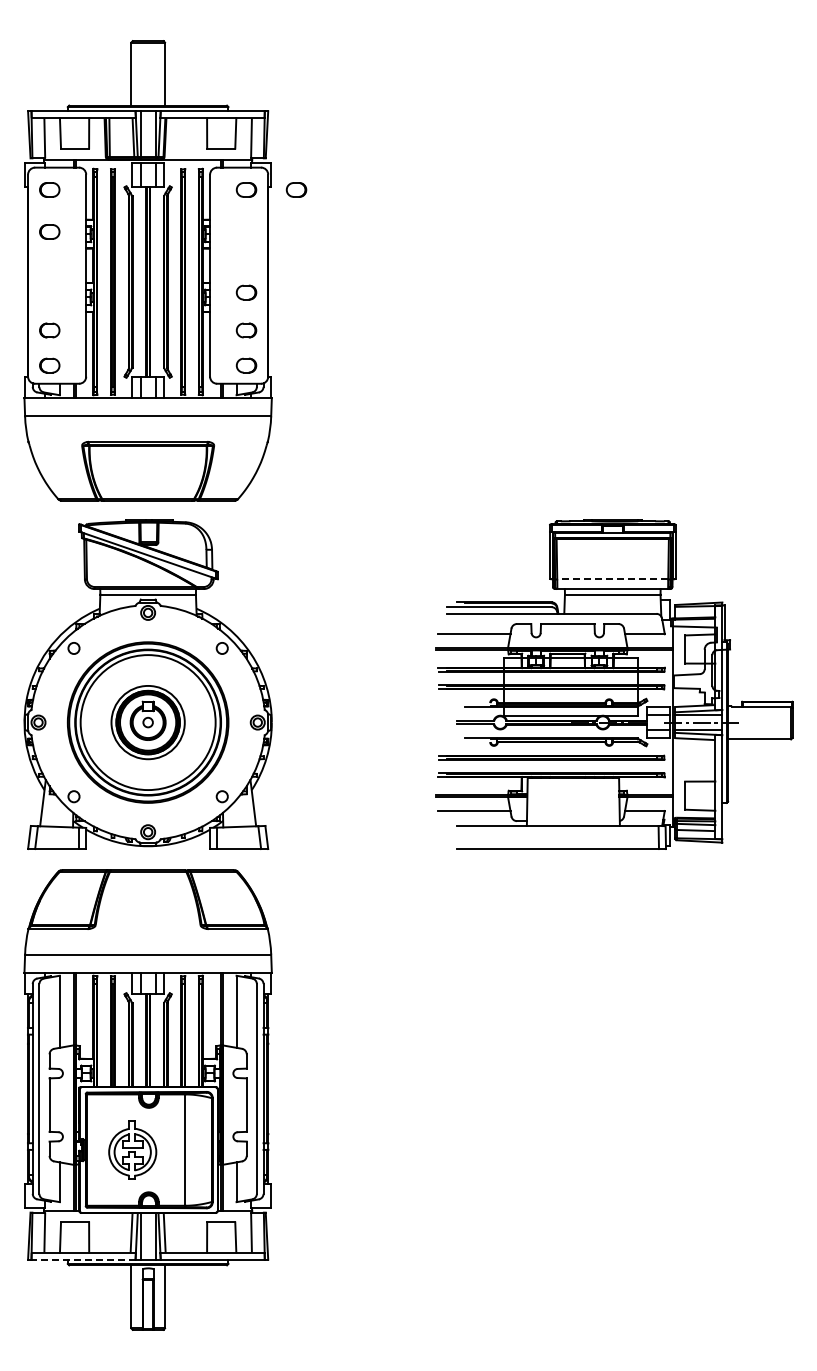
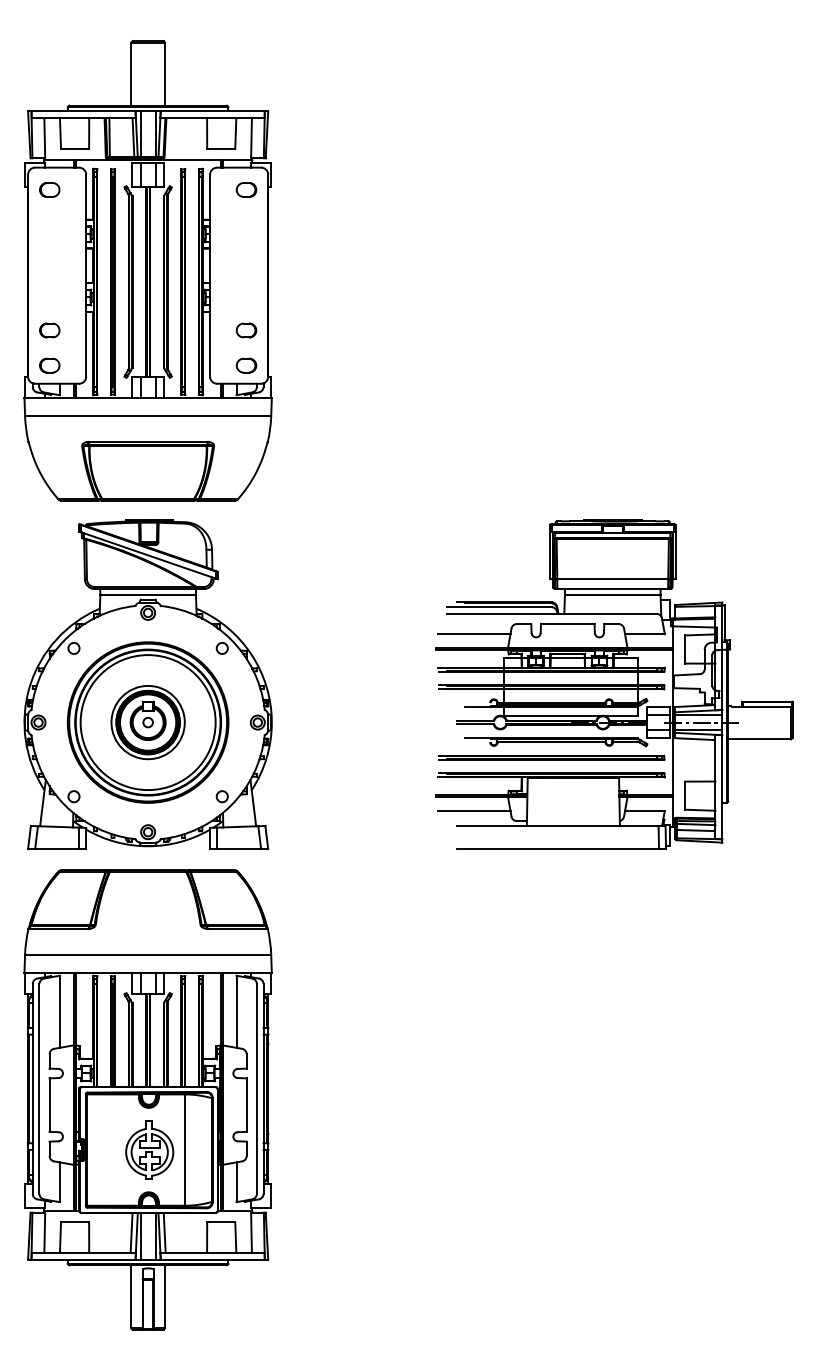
part at (296, 189): present -> none
part at (49, 231): present -> none
part at (246, 292): present -> none
line at (612, 579): dashed -> solid
part at (132, 1149) position: (132, 1149) -> (149, 1149)
line at (83, 1259): dashed -> solid
